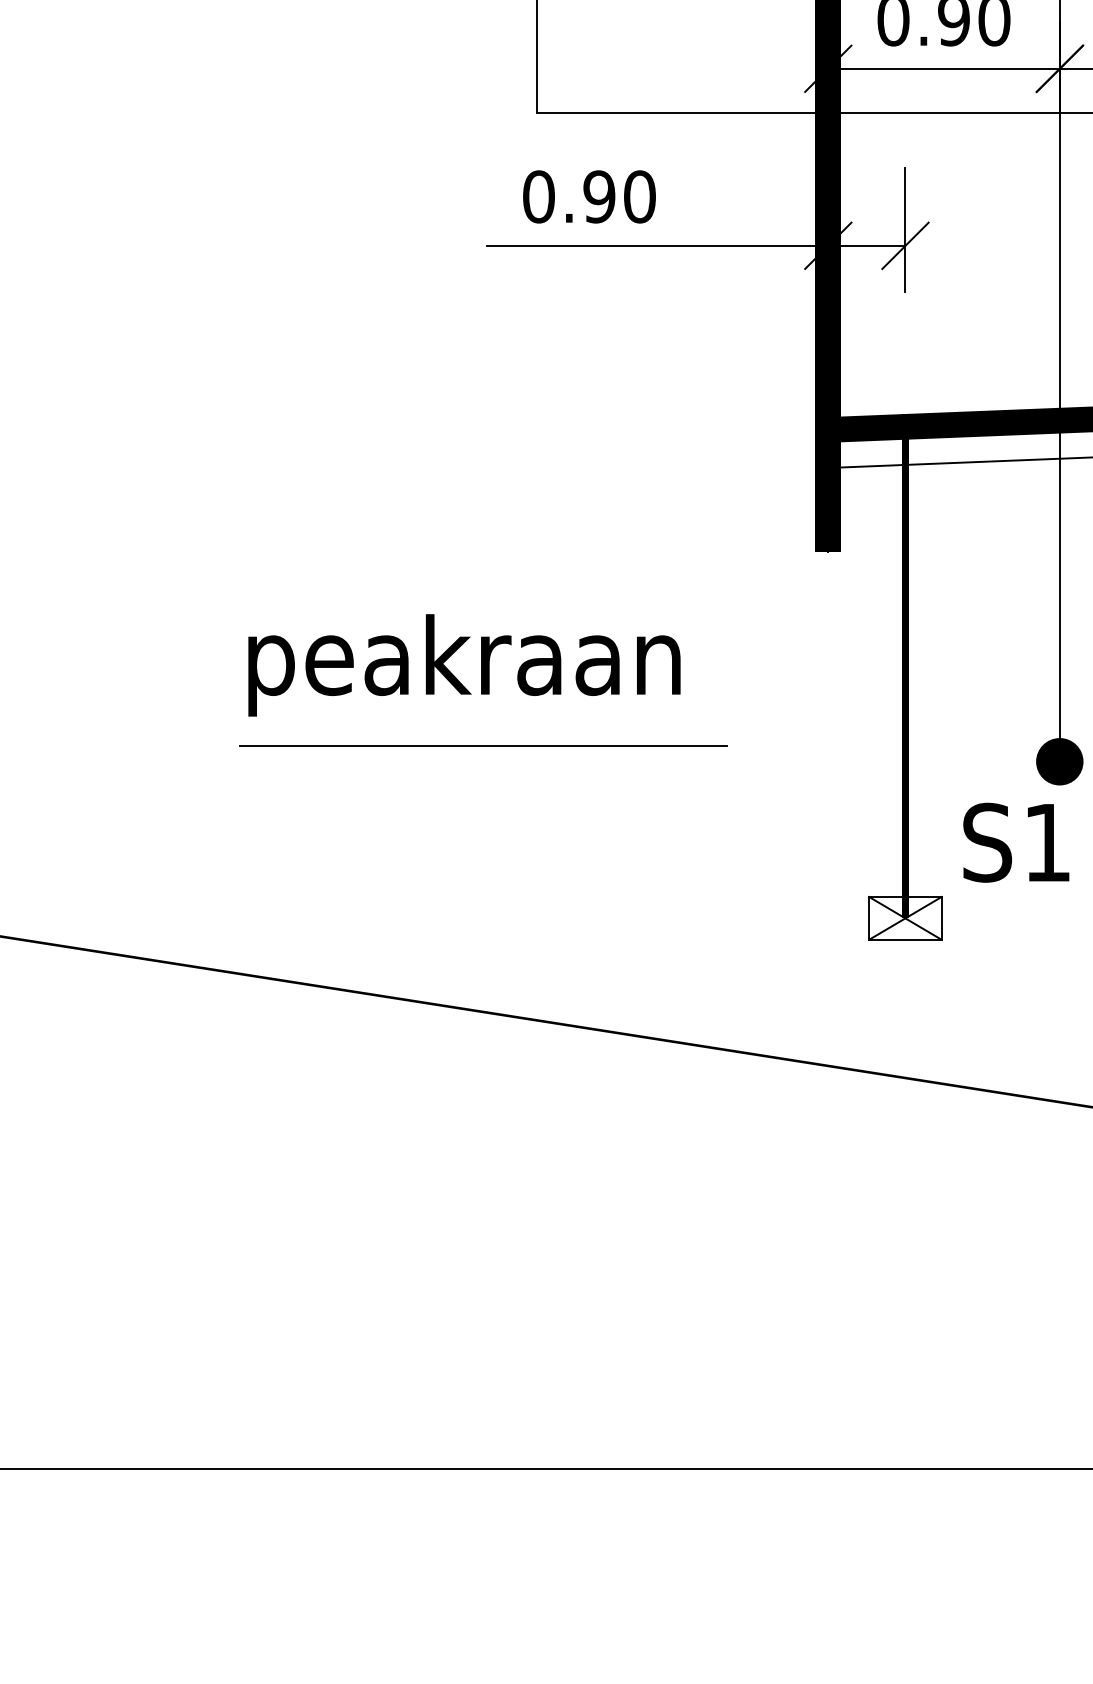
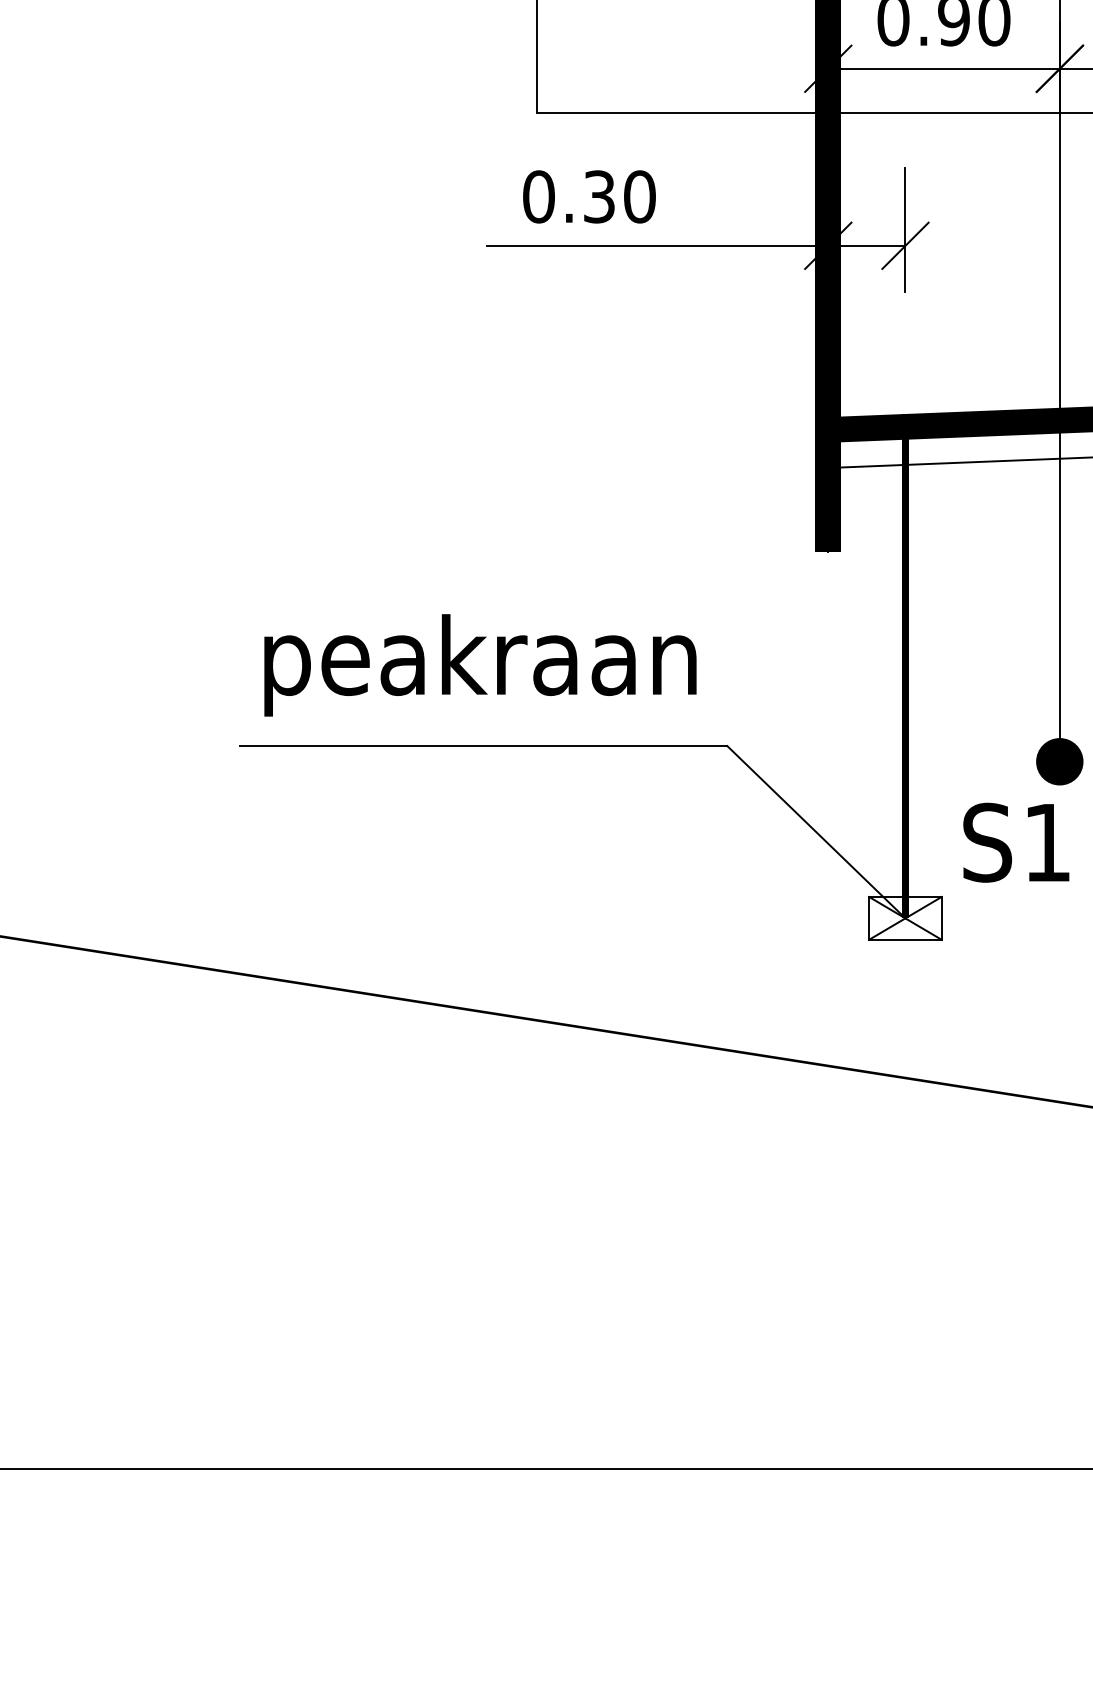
text at (599, 196): 0.90 -> 0.30
text at (464, 665) position: (464, 665) -> (480, 665)
line at (816, 832): none -> present
